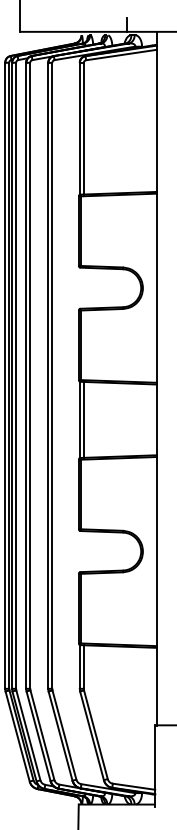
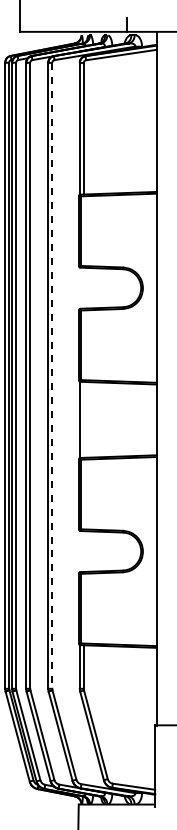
line at (52, 375): solid -> dashed
line at (83, 419): present -> none
